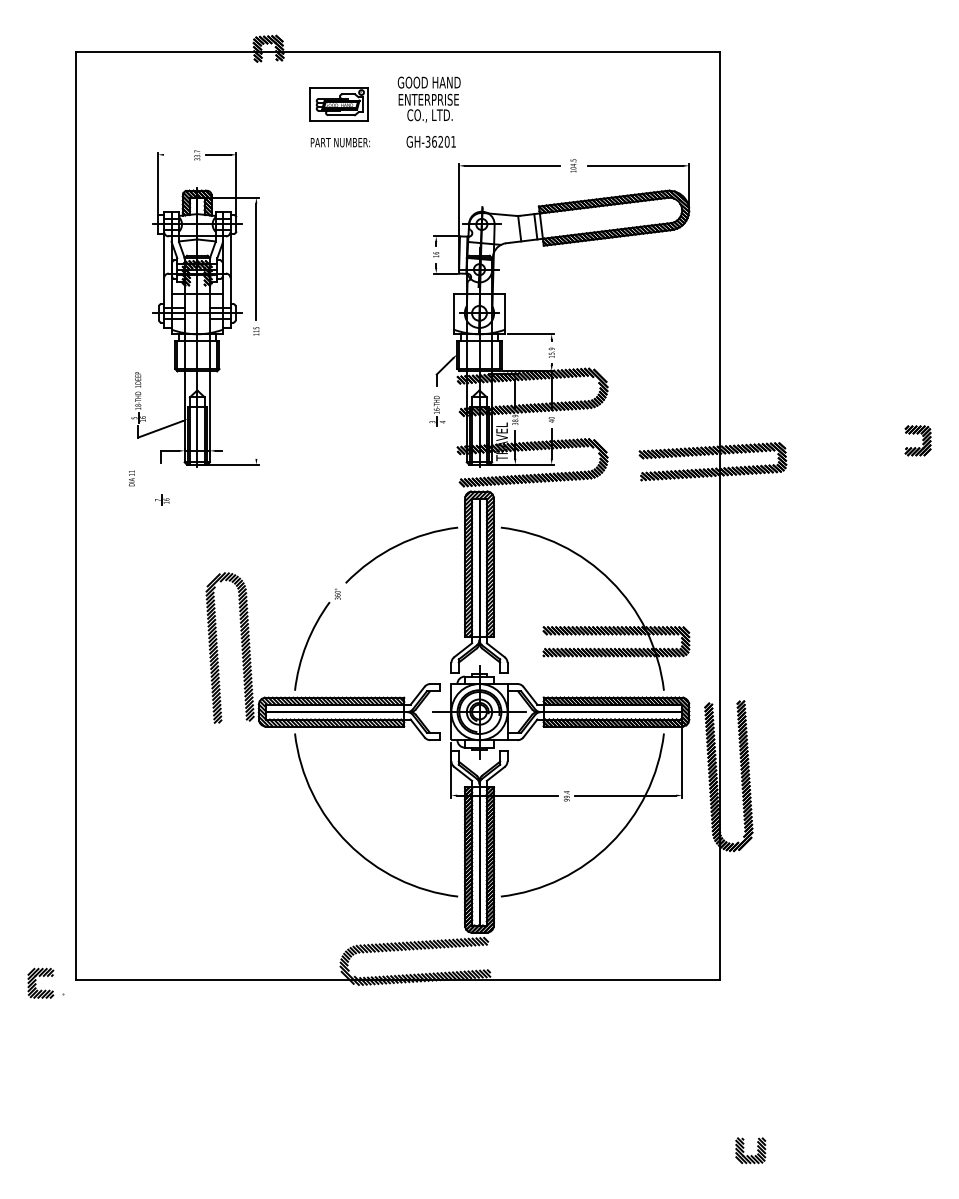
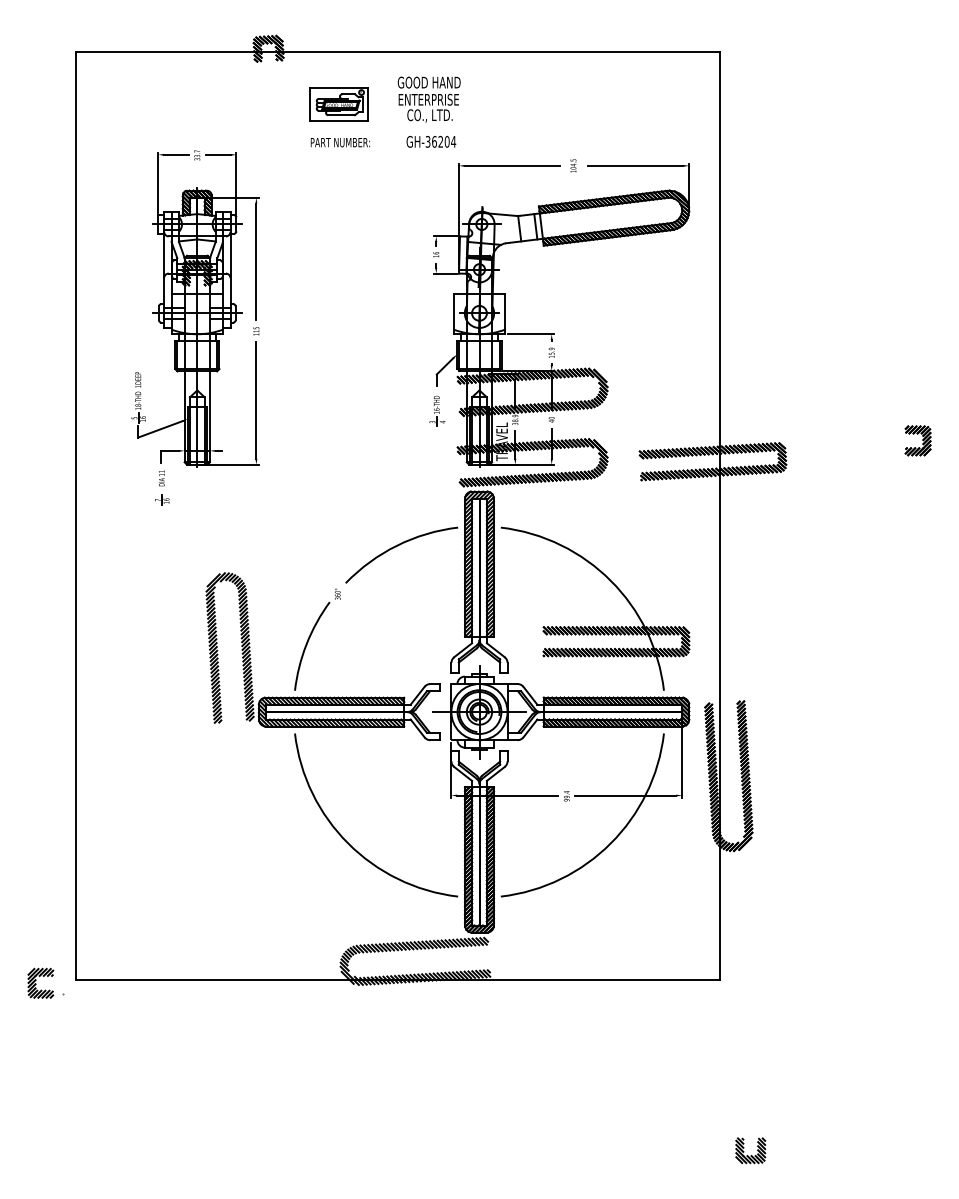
text at (453, 141): GH-36201 -> GH-36204
line at (176, 154): none -> present
line at (256, 399): none -> present
text at (131, 478) position: (131, 478) -> (161, 478)
